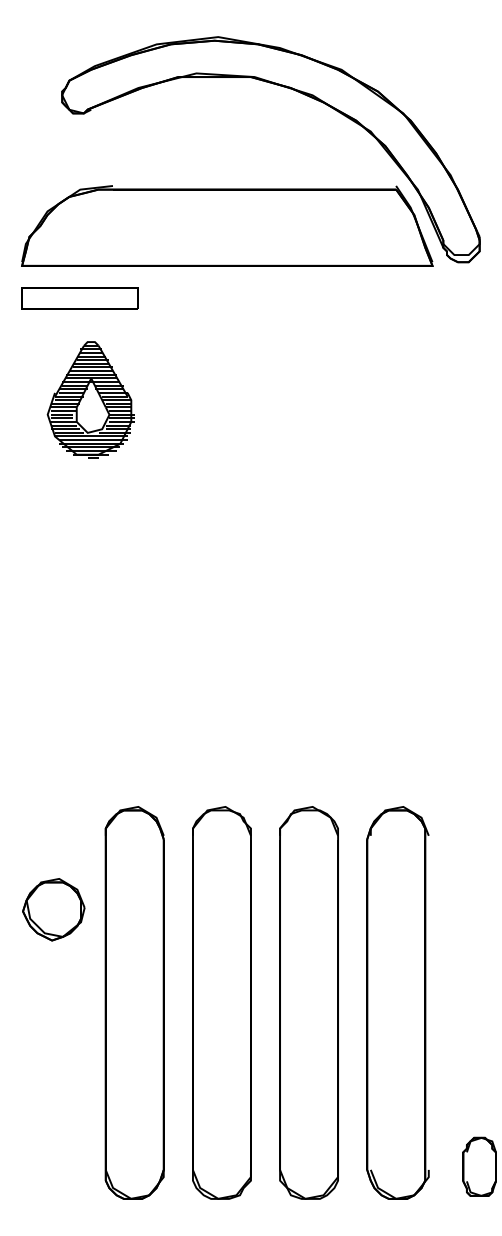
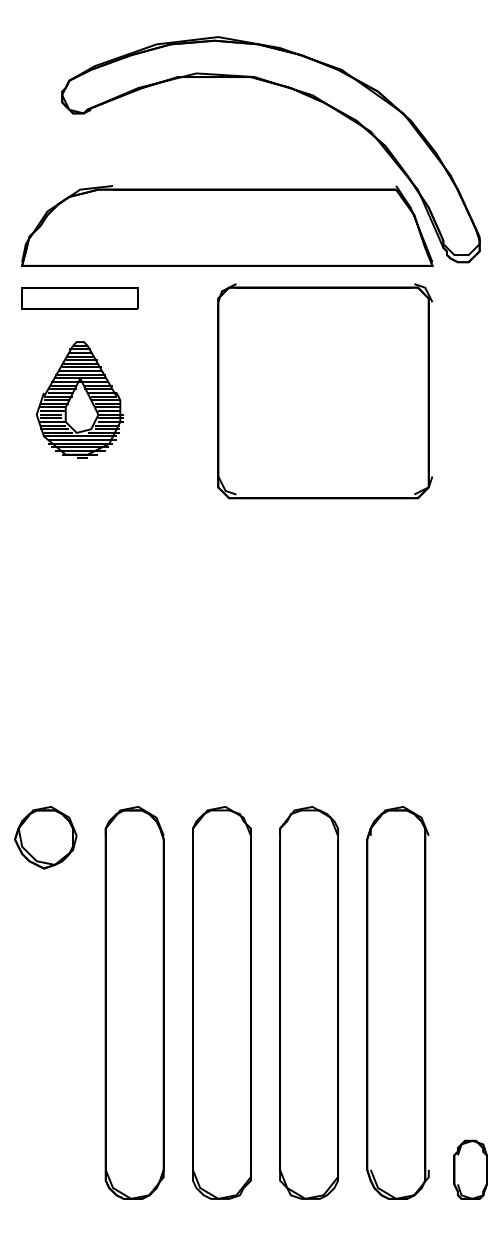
part at (325, 391): none -> present
part at (90, 399) position: (90, 399) -> (79, 399)
part at (53, 909) position: (53, 909) -> (45, 837)
part at (479, 1166) position: (479, 1166) -> (470, 1169)
